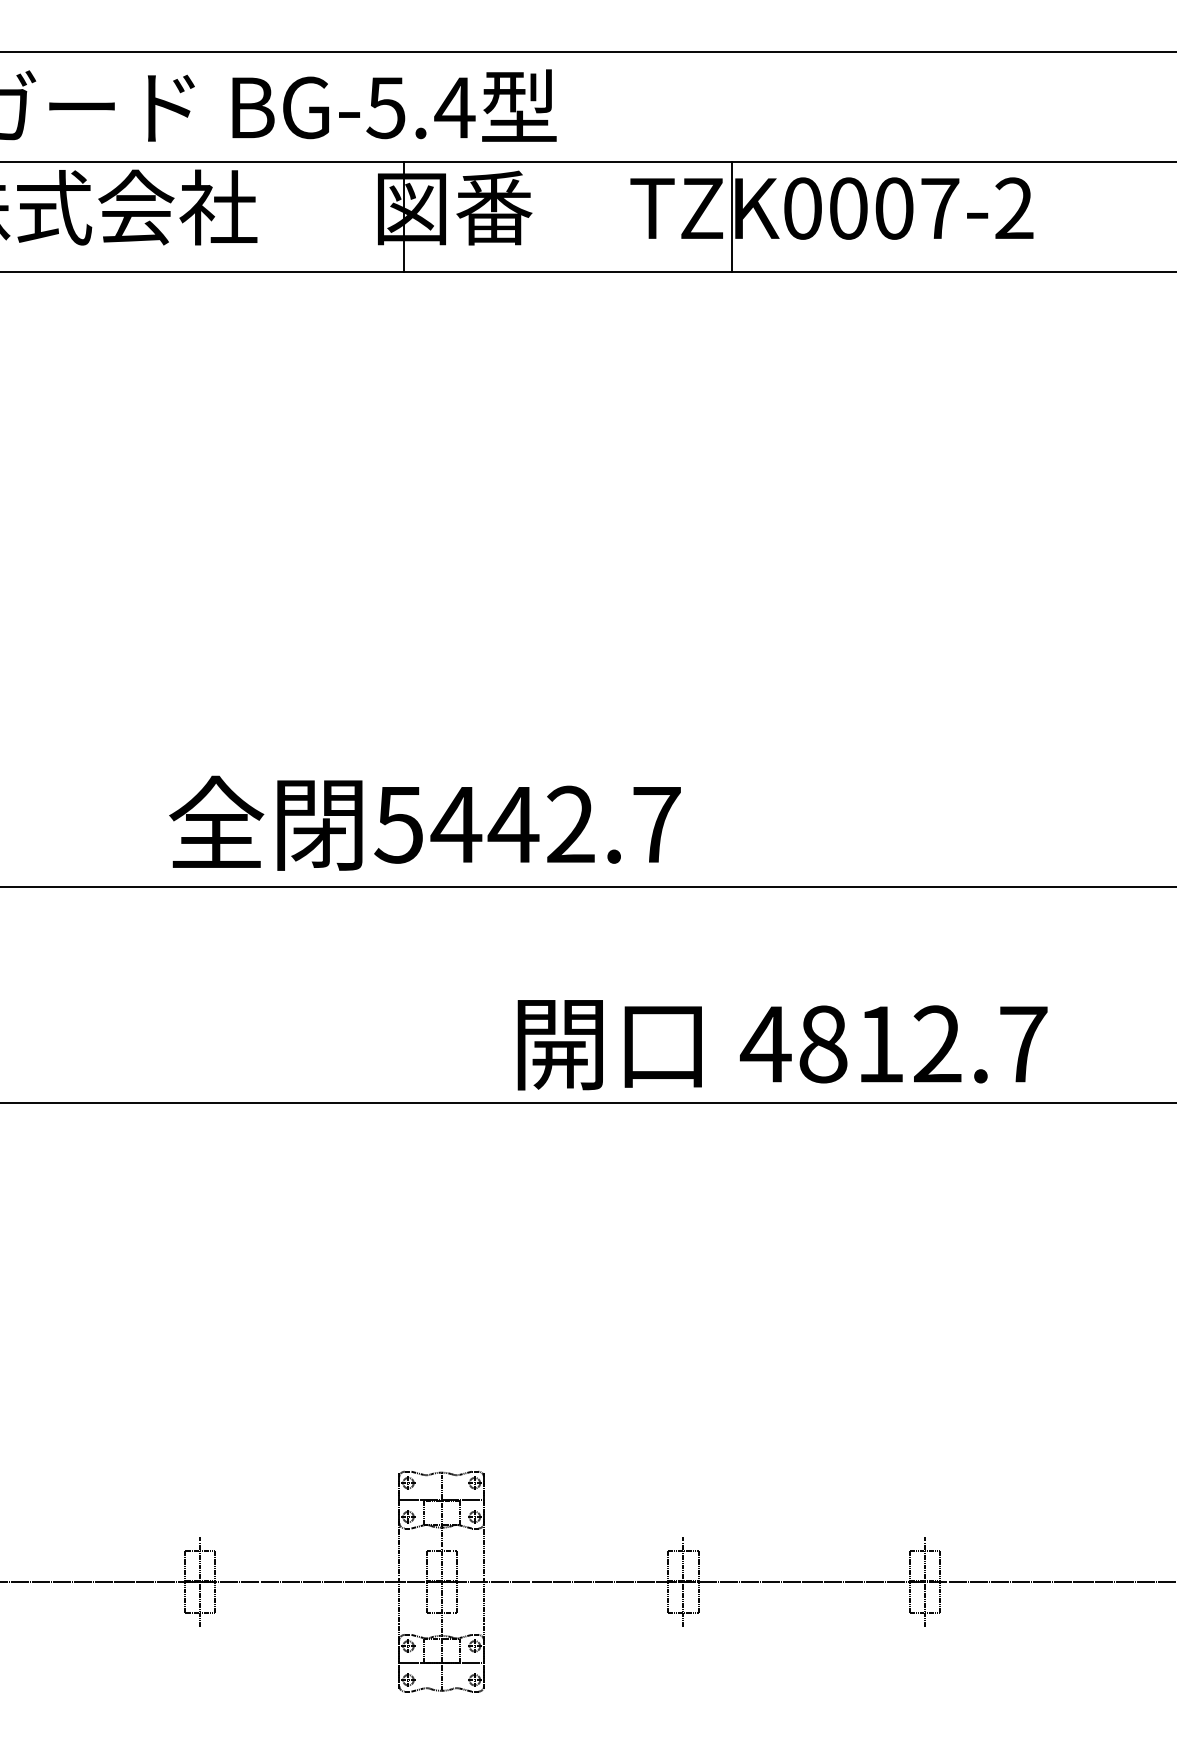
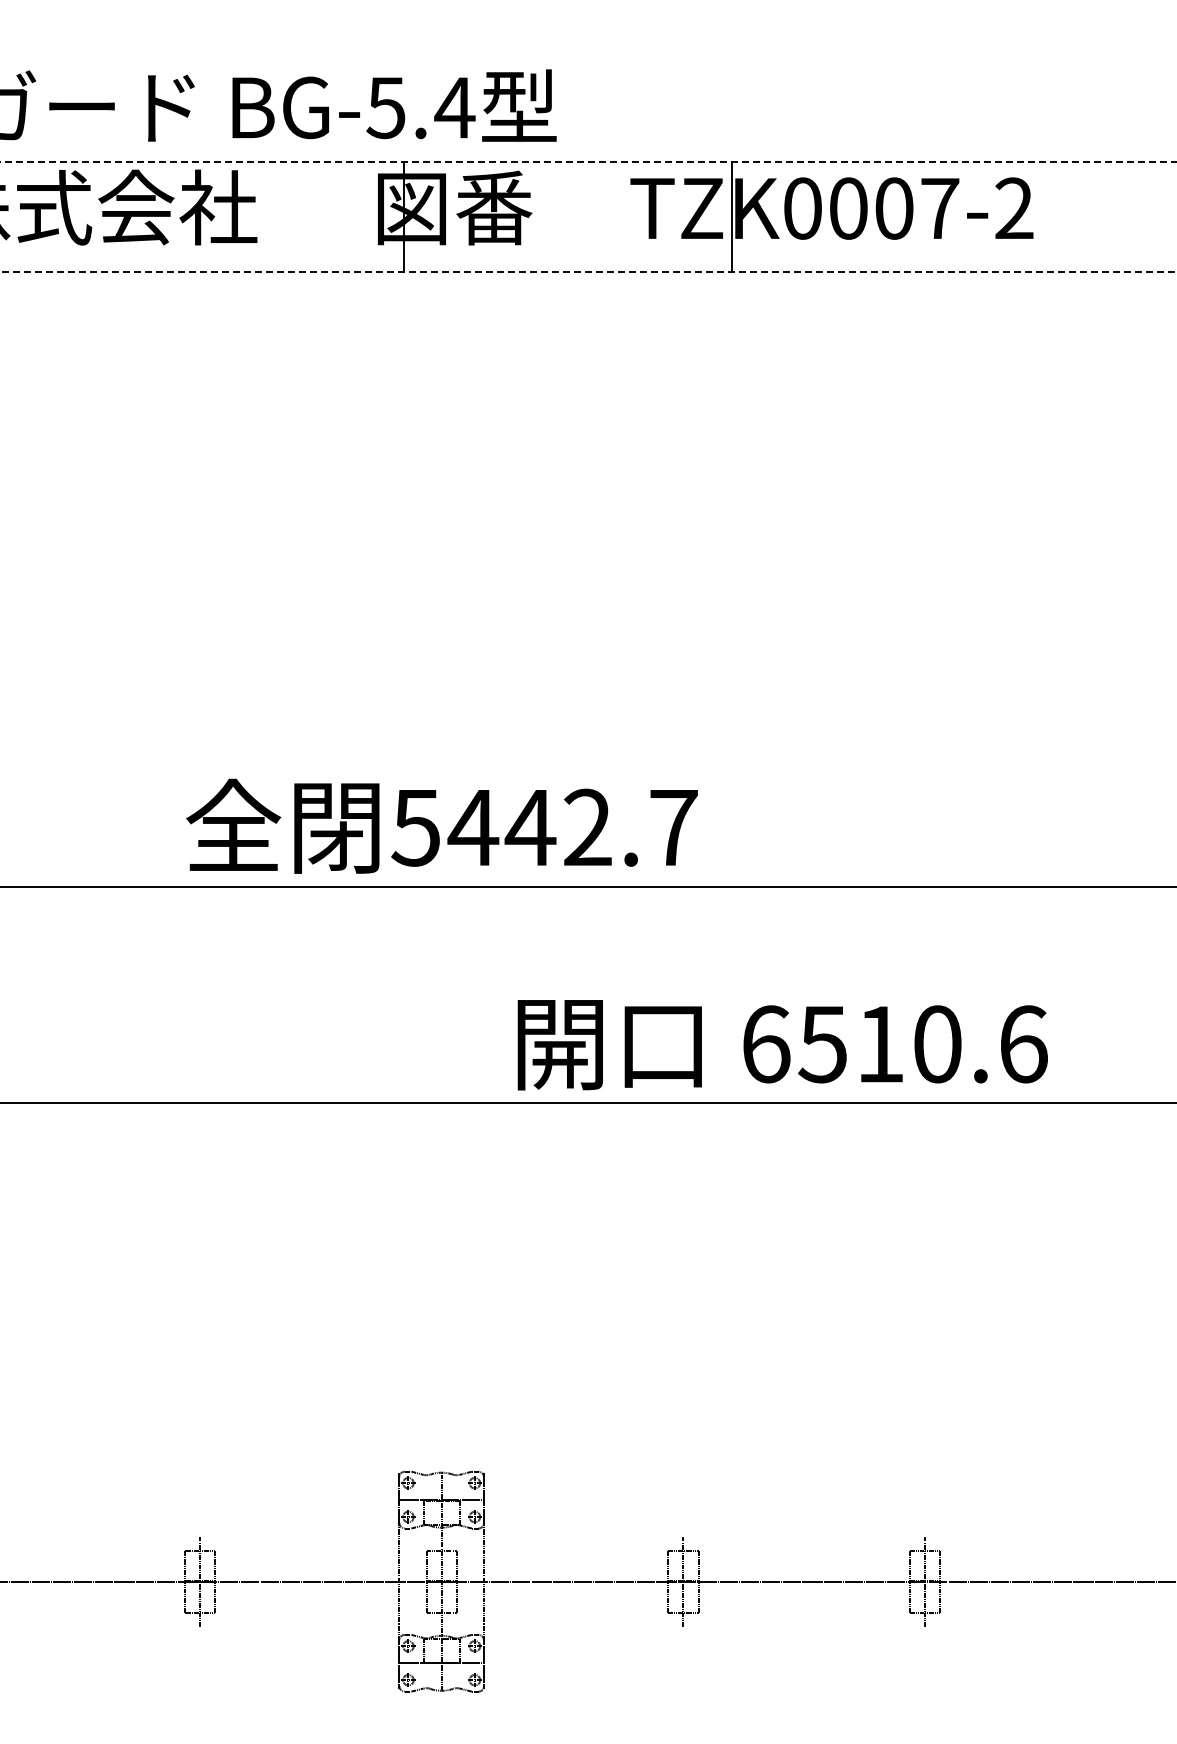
line at (587, 52): present -> none
line at (588, 161): solid -> dashed
line at (588, 271): solid -> dashed
text at (424, 822) position: (424, 822) -> (441, 825)
text at (893, 1044): 4812.7 -> 6510.6
